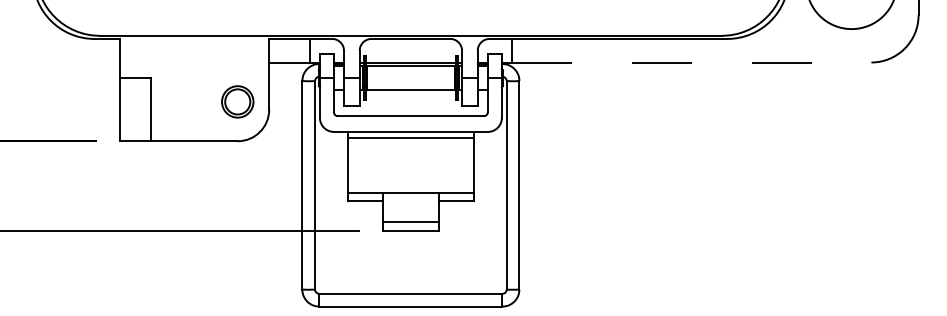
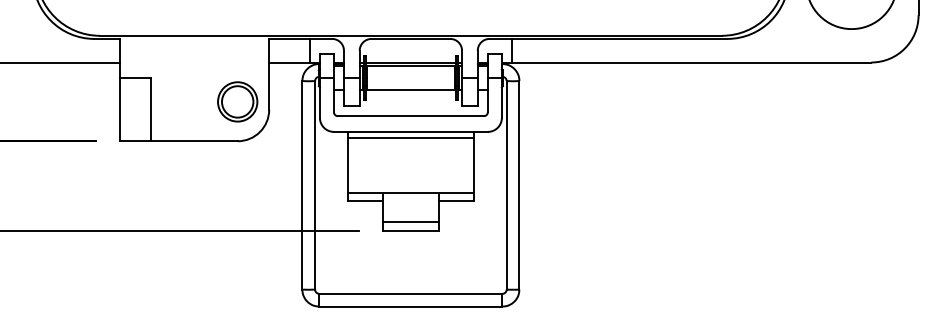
line at (60, 62): none -> present
line at (691, 62): dashed -> solid
part at (237, 101) size: 34x34 px -> 42x42 px
